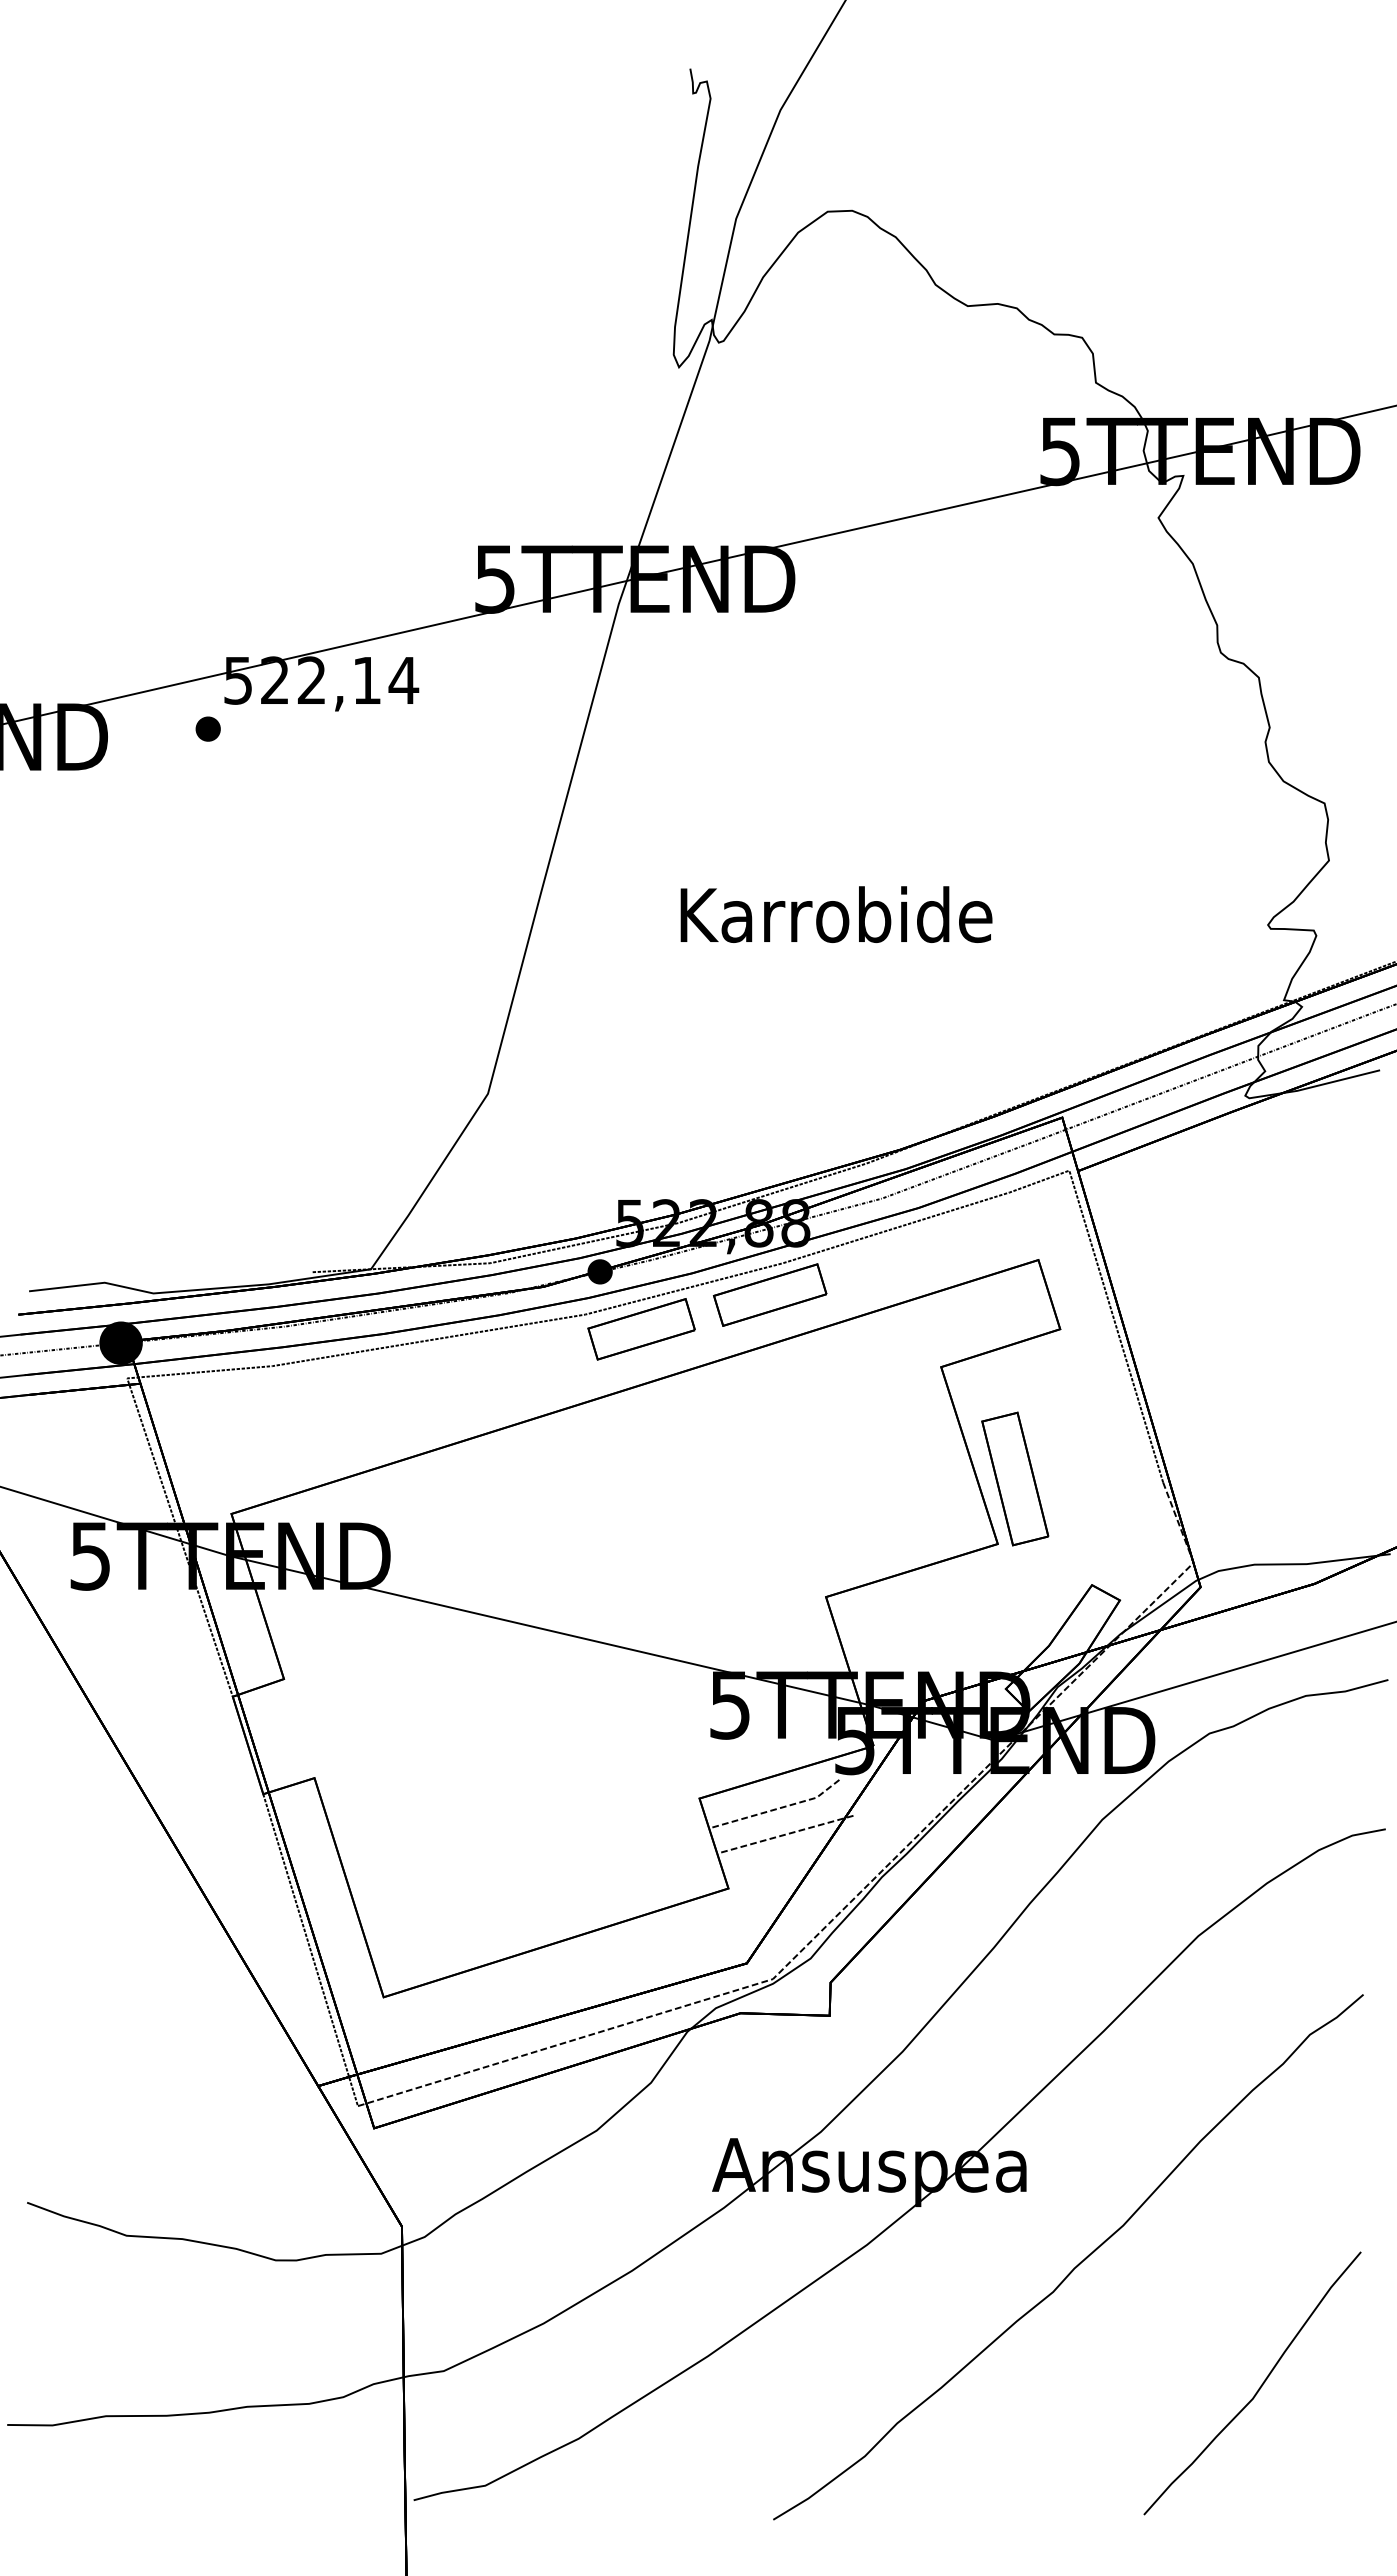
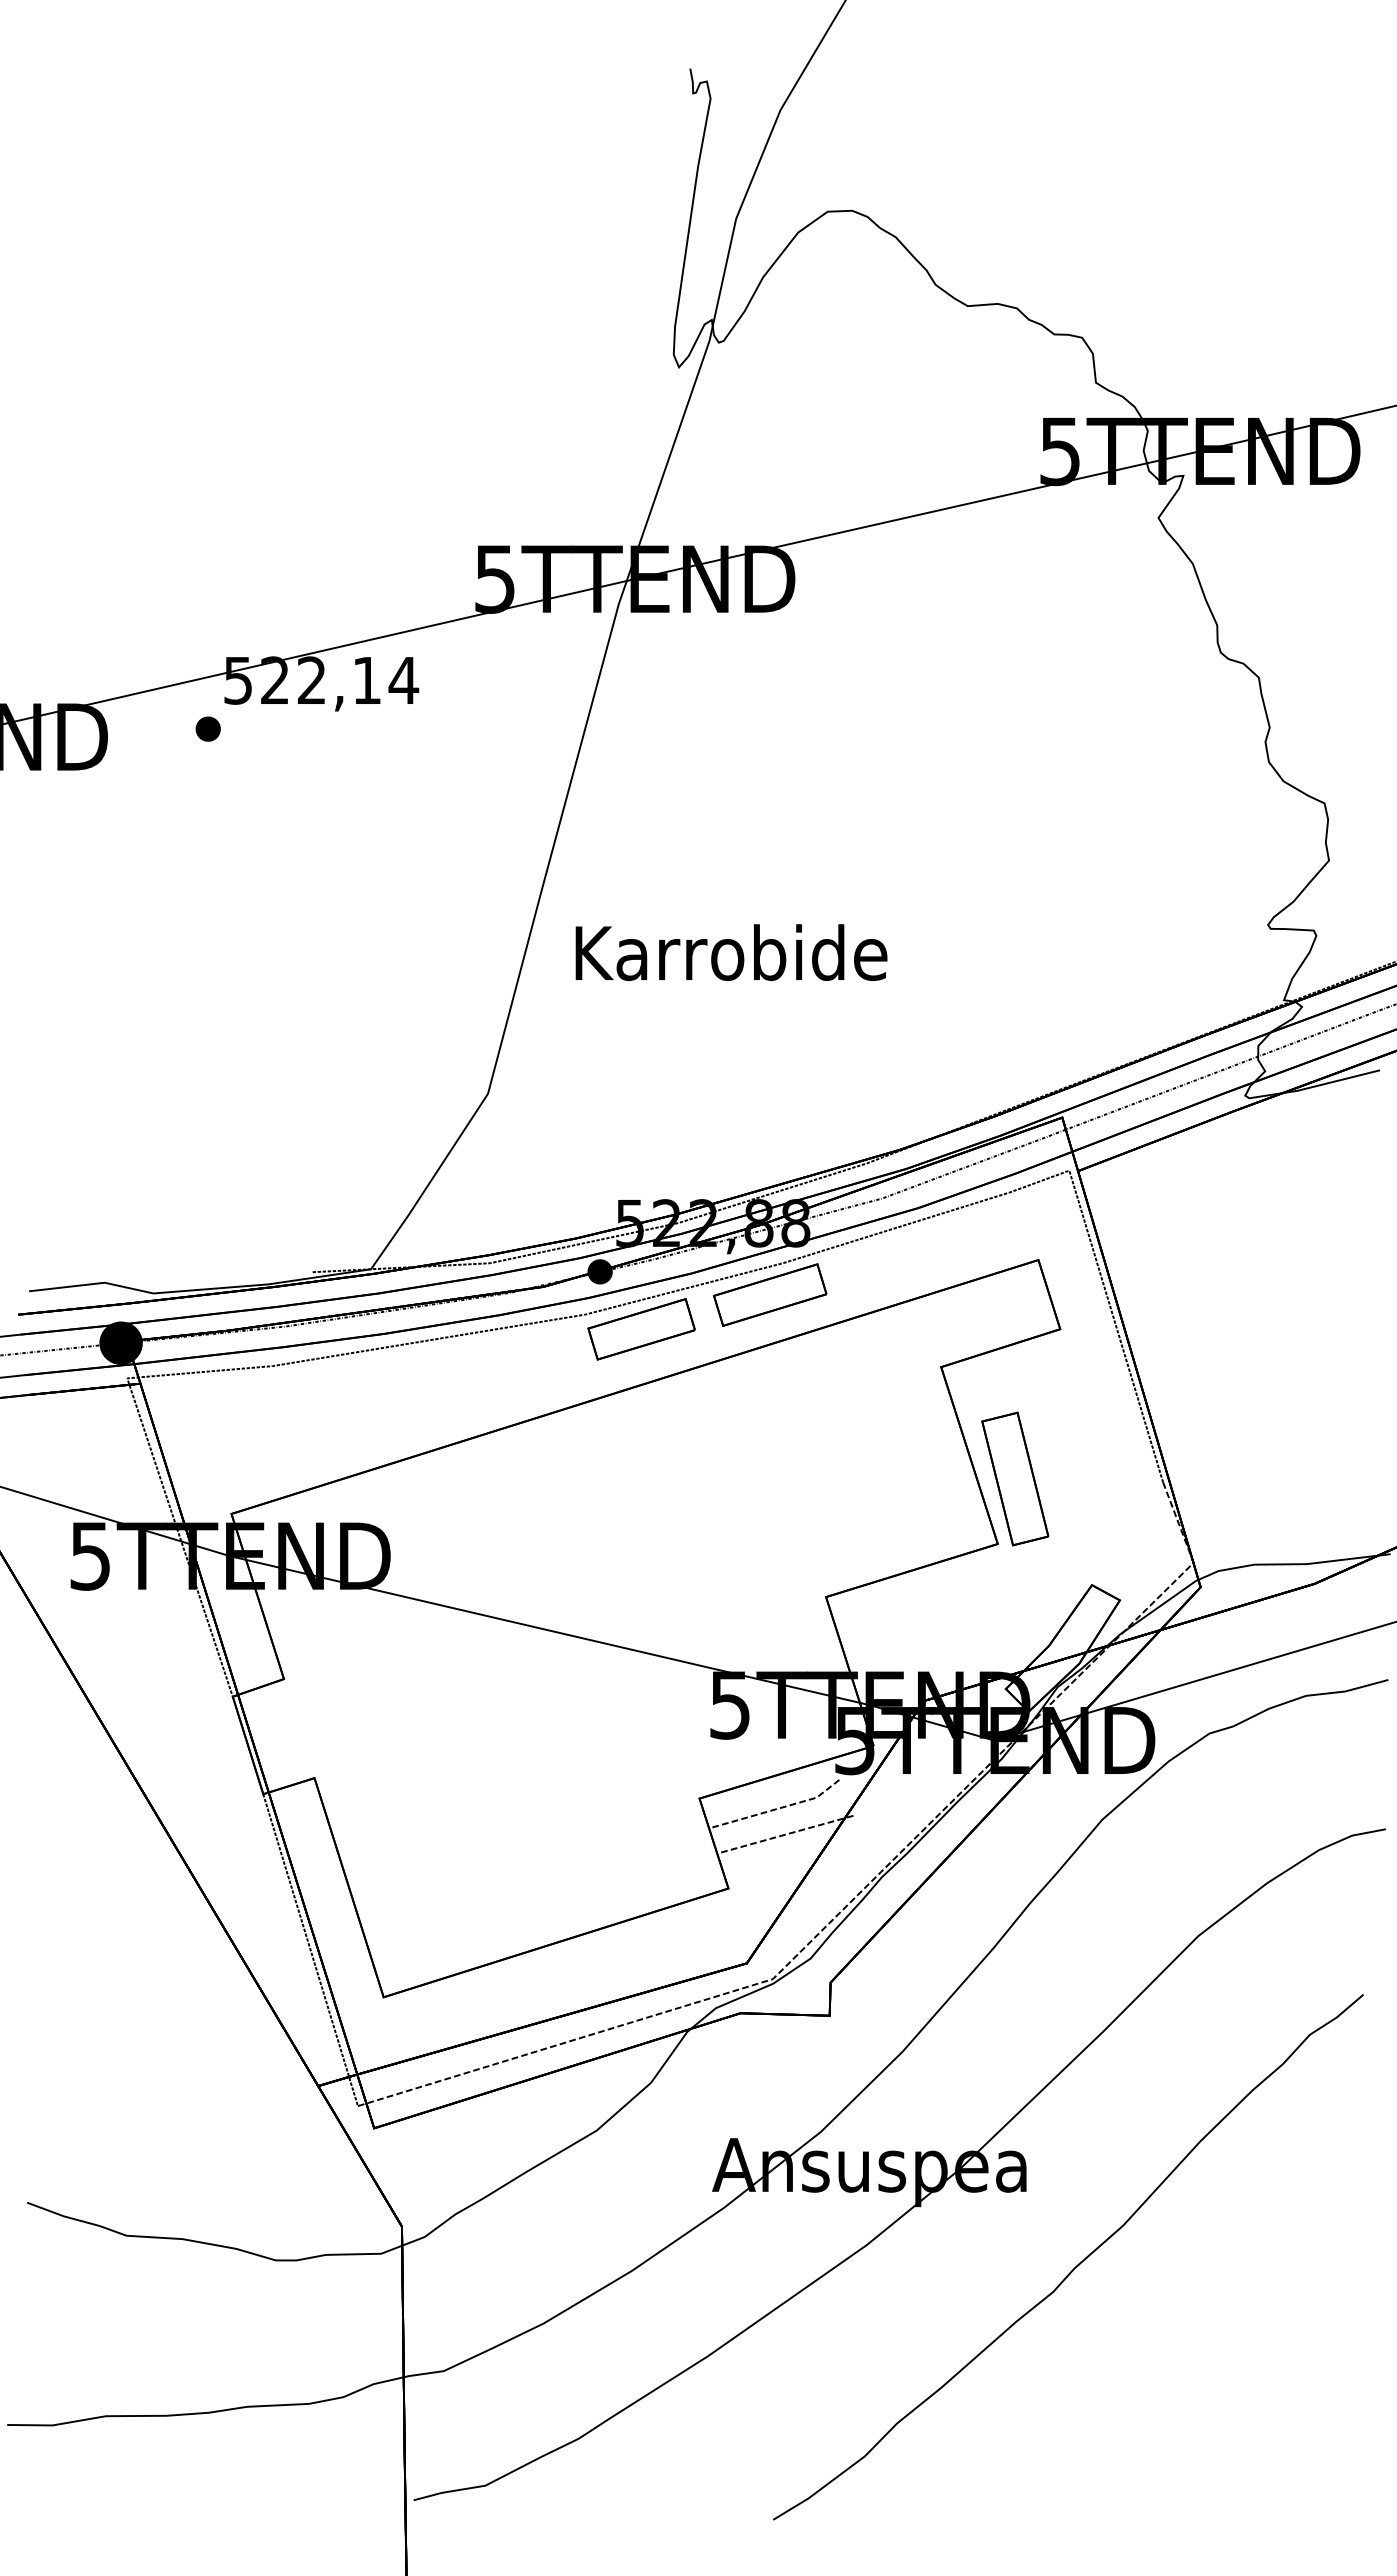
text at (836, 914) position: (836, 914) -> (731, 952)
curve at (1258, 2388): present -> none
